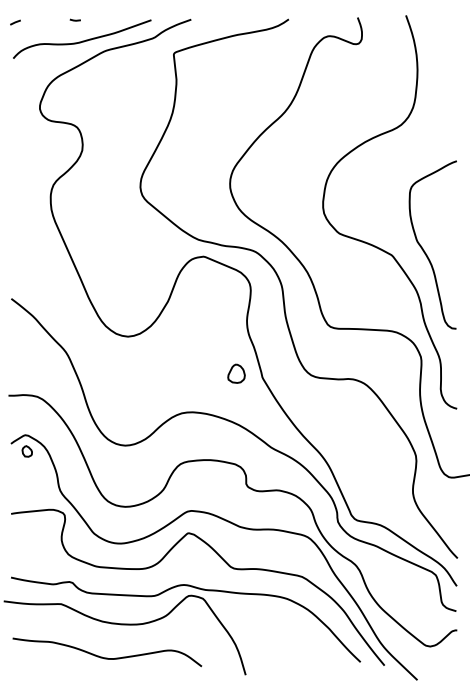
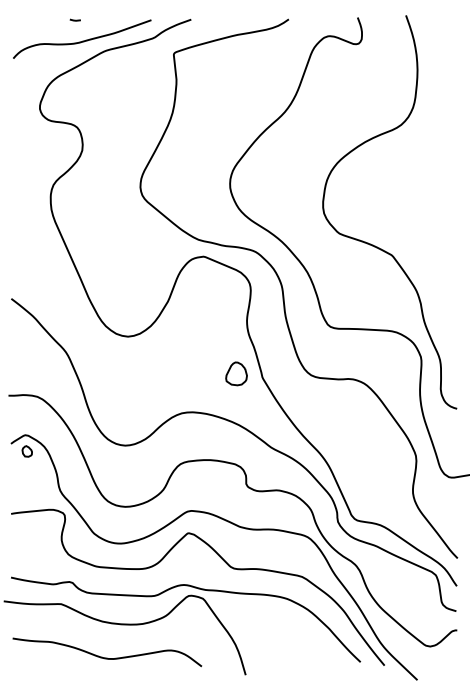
line at (15, 22): present -> none
curve at (423, 248): present -> none
part at (236, 373) size: 19x21 px -> 23x26 px
